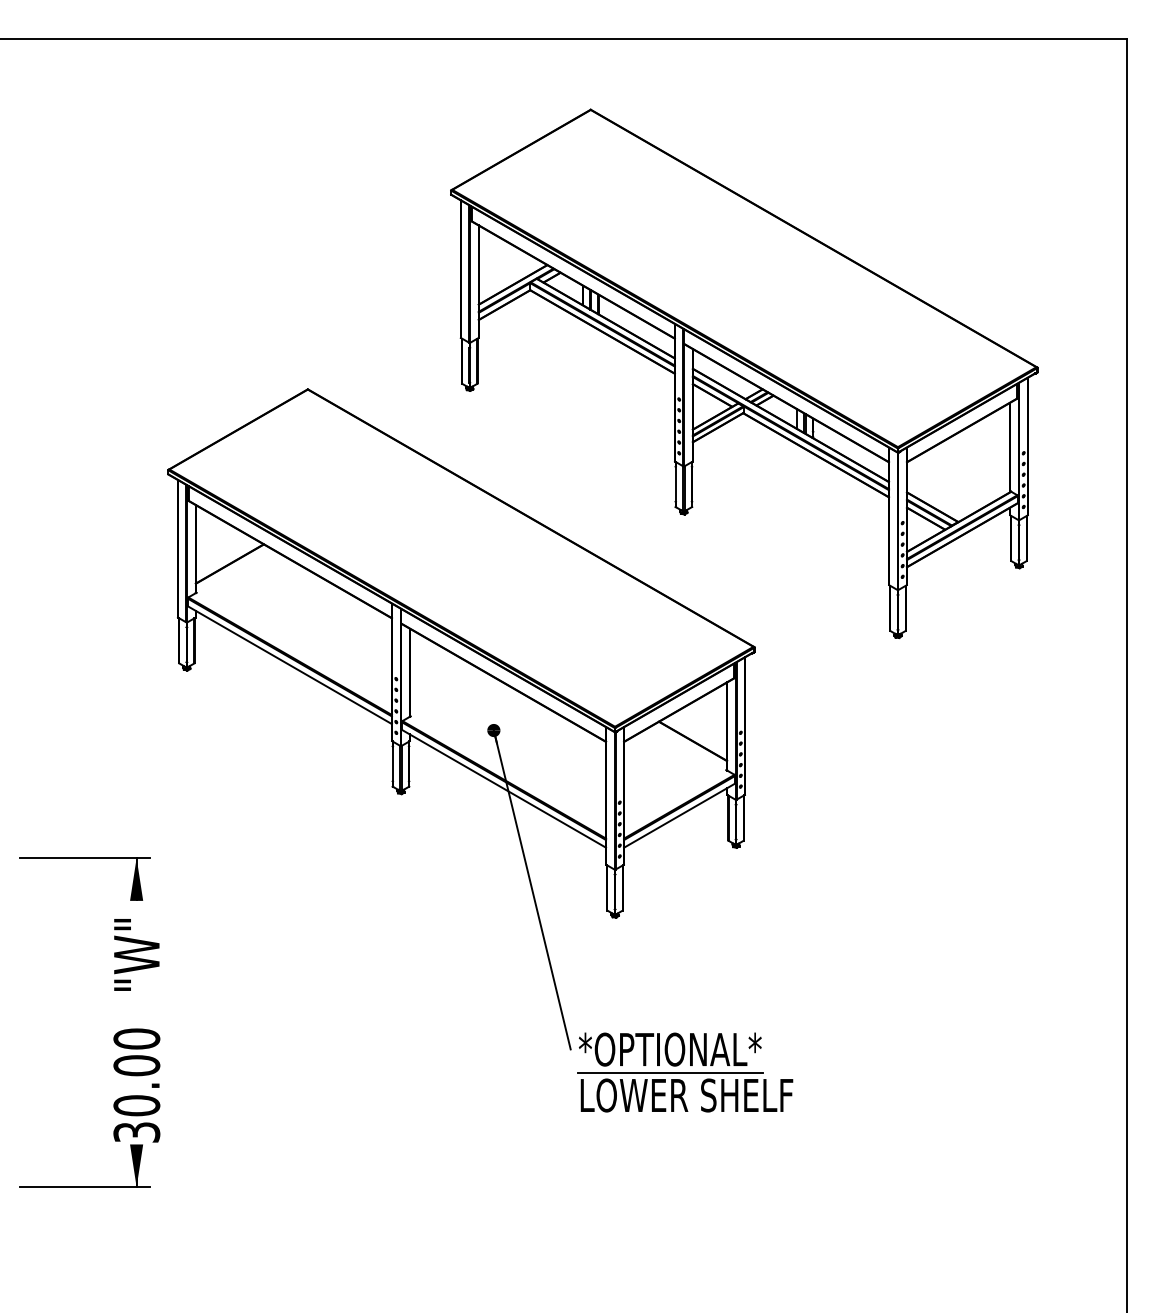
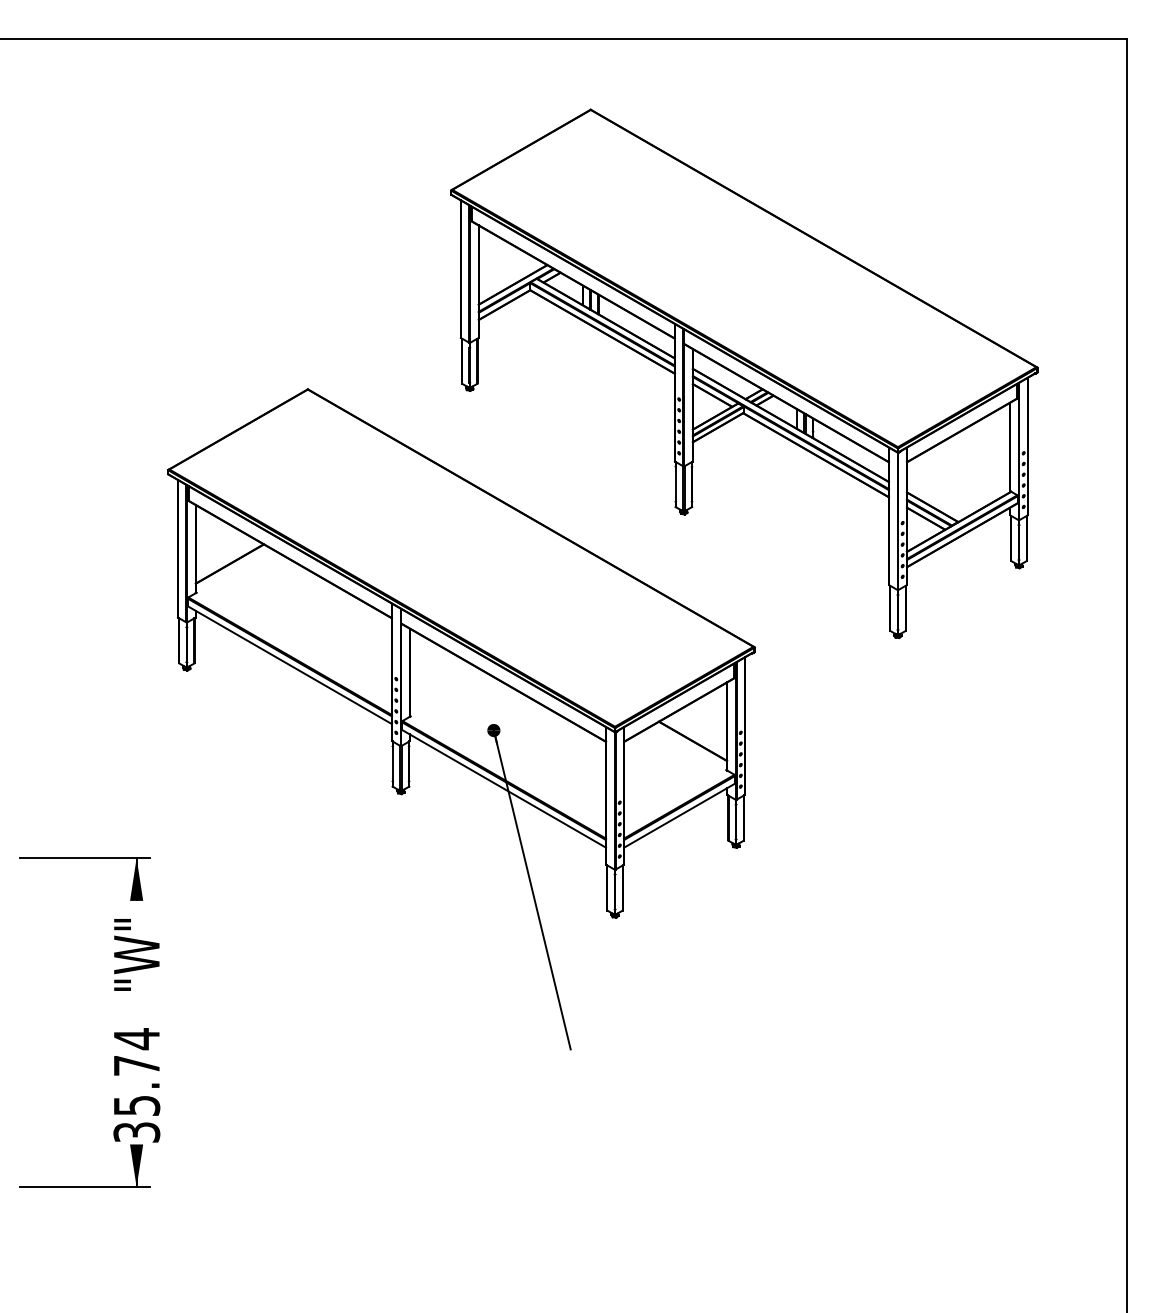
text at (136, 1072): 30.00 -> 35.74
part at (685, 1072): present -> none
